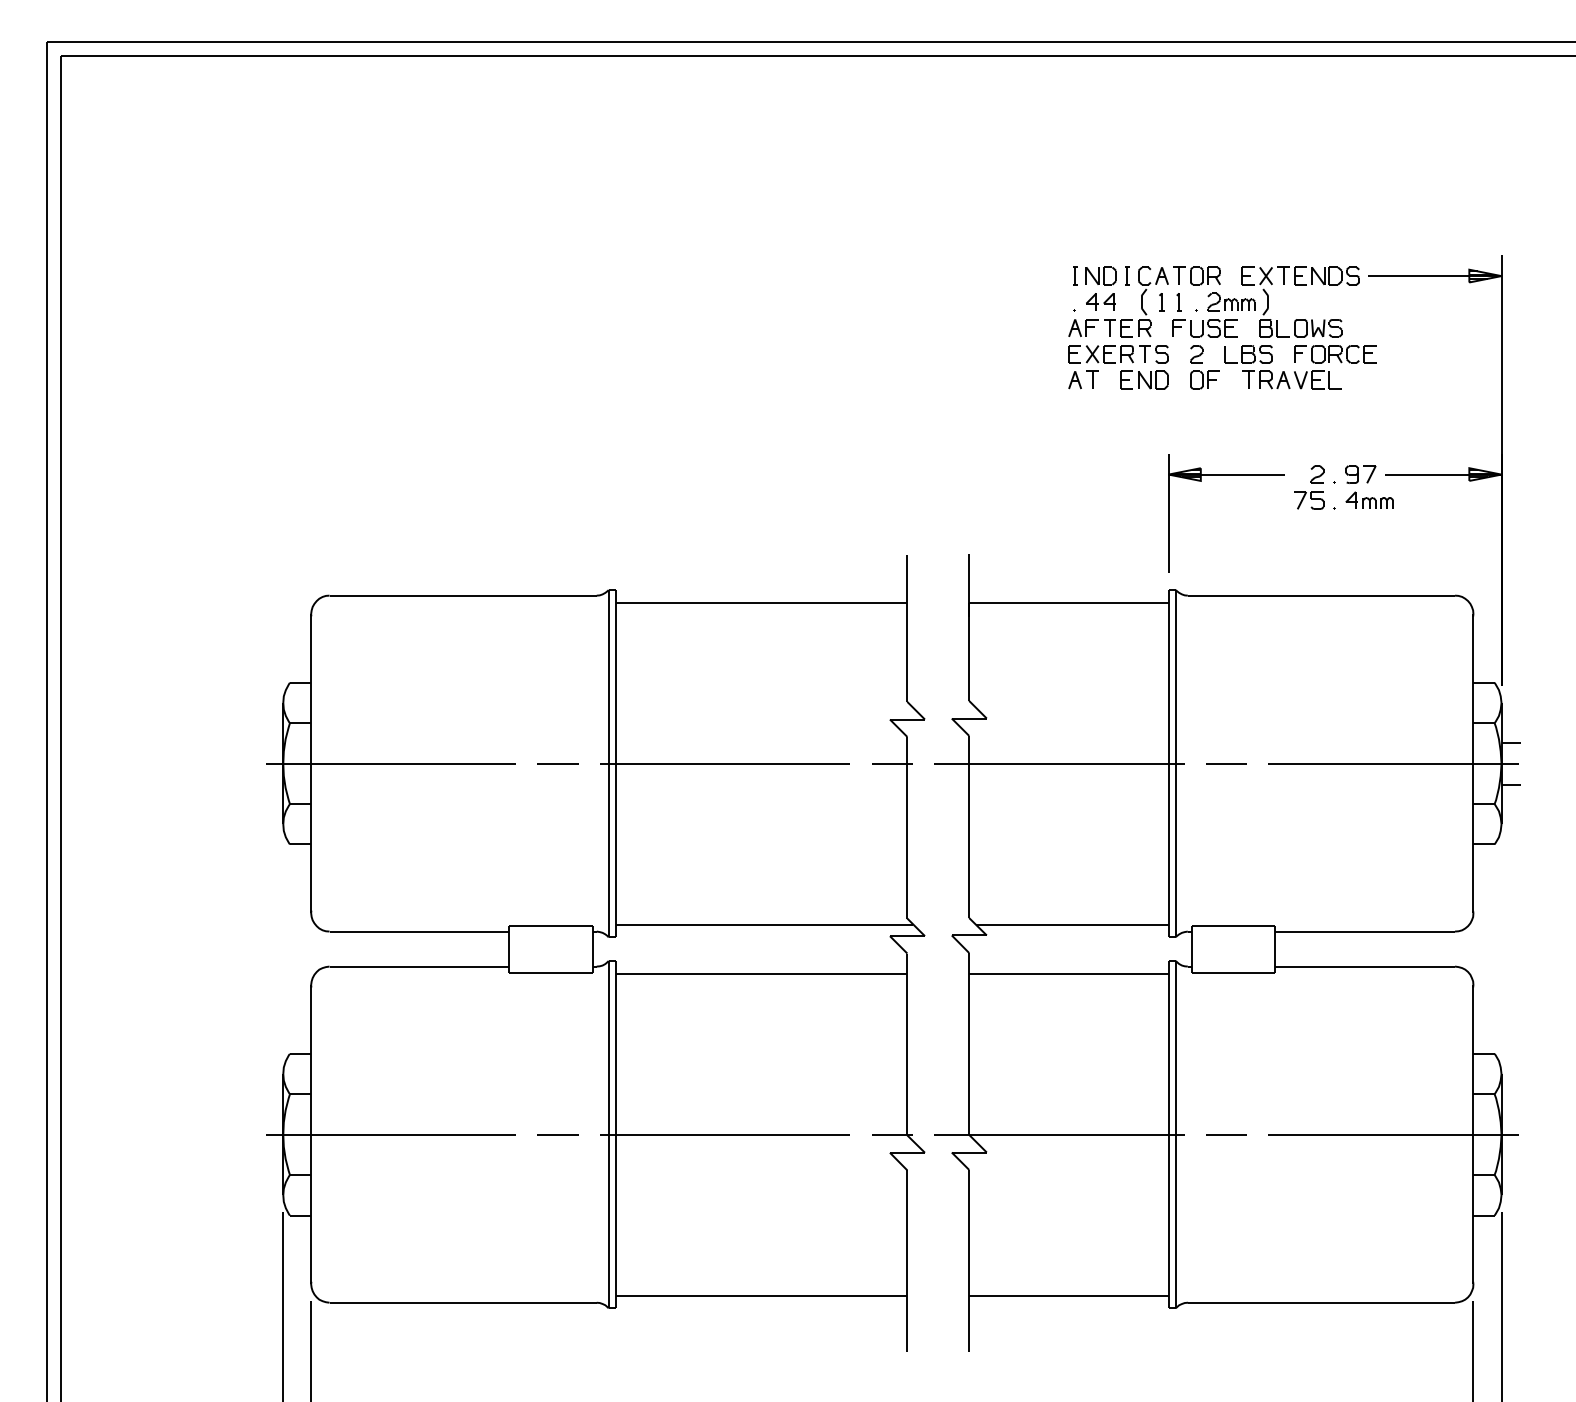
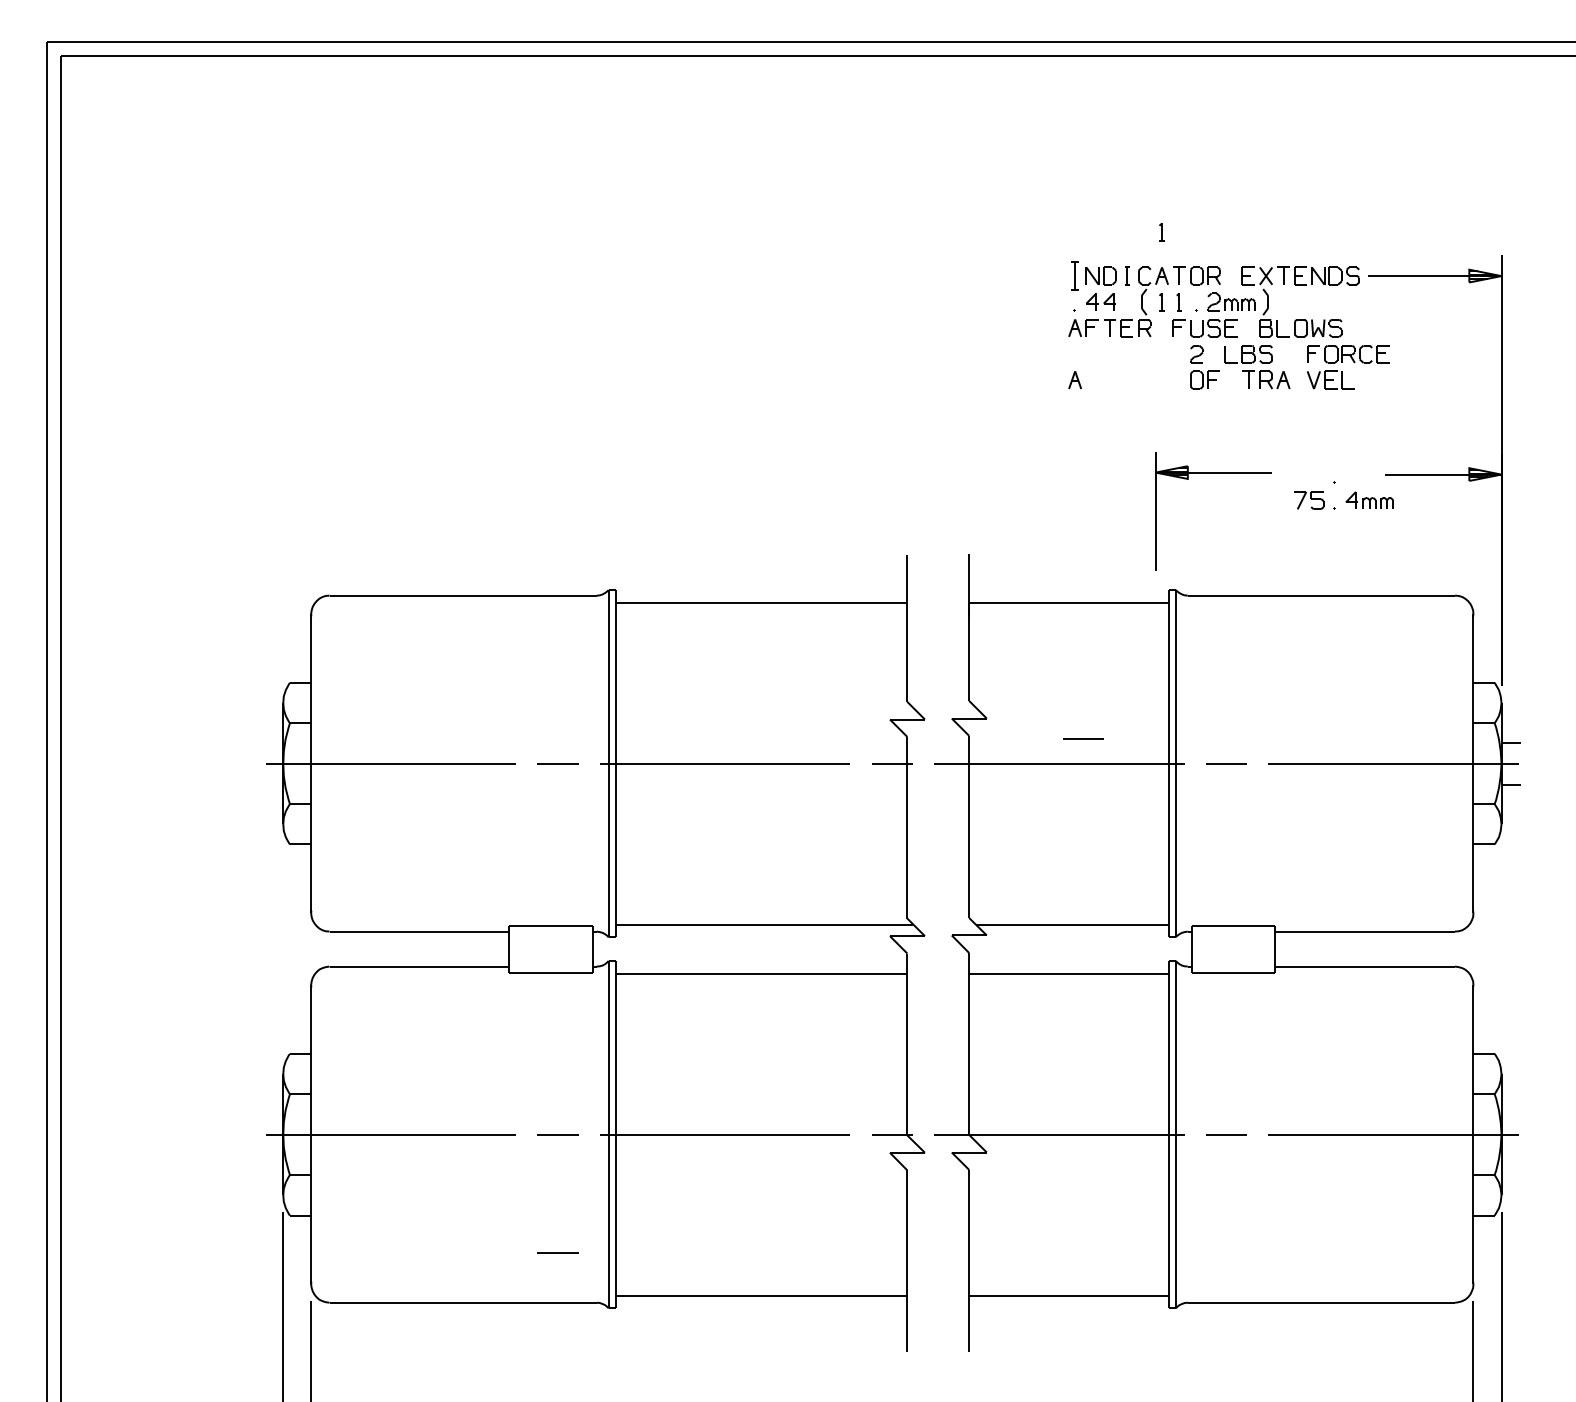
part at (1161, 232): none -> present
part at (1075, 275) size: 5x20 px -> 8x30 px
part at (1340, 362) position: (1340, 362) -> (1353, 362)
part at (1118, 367): present -> none
part at (1317, 474): present -> none
part at (1360, 474): present -> none
part at (1226, 475) position: (1226, 475) -> (1213, 473)
line at (1083, 738): none -> present
line at (557, 1252): none -> present
